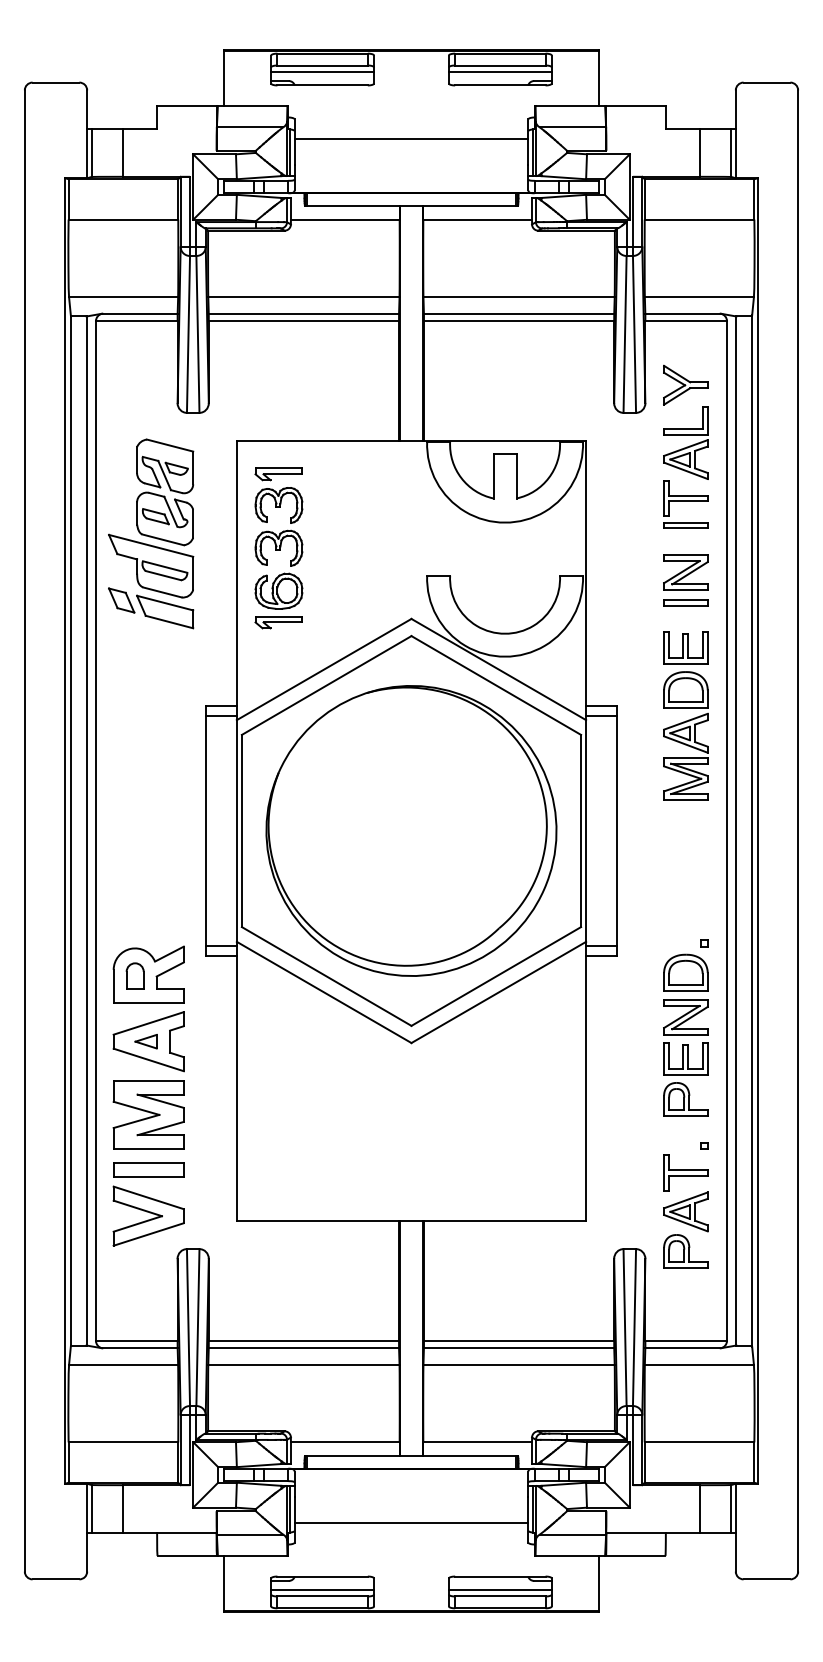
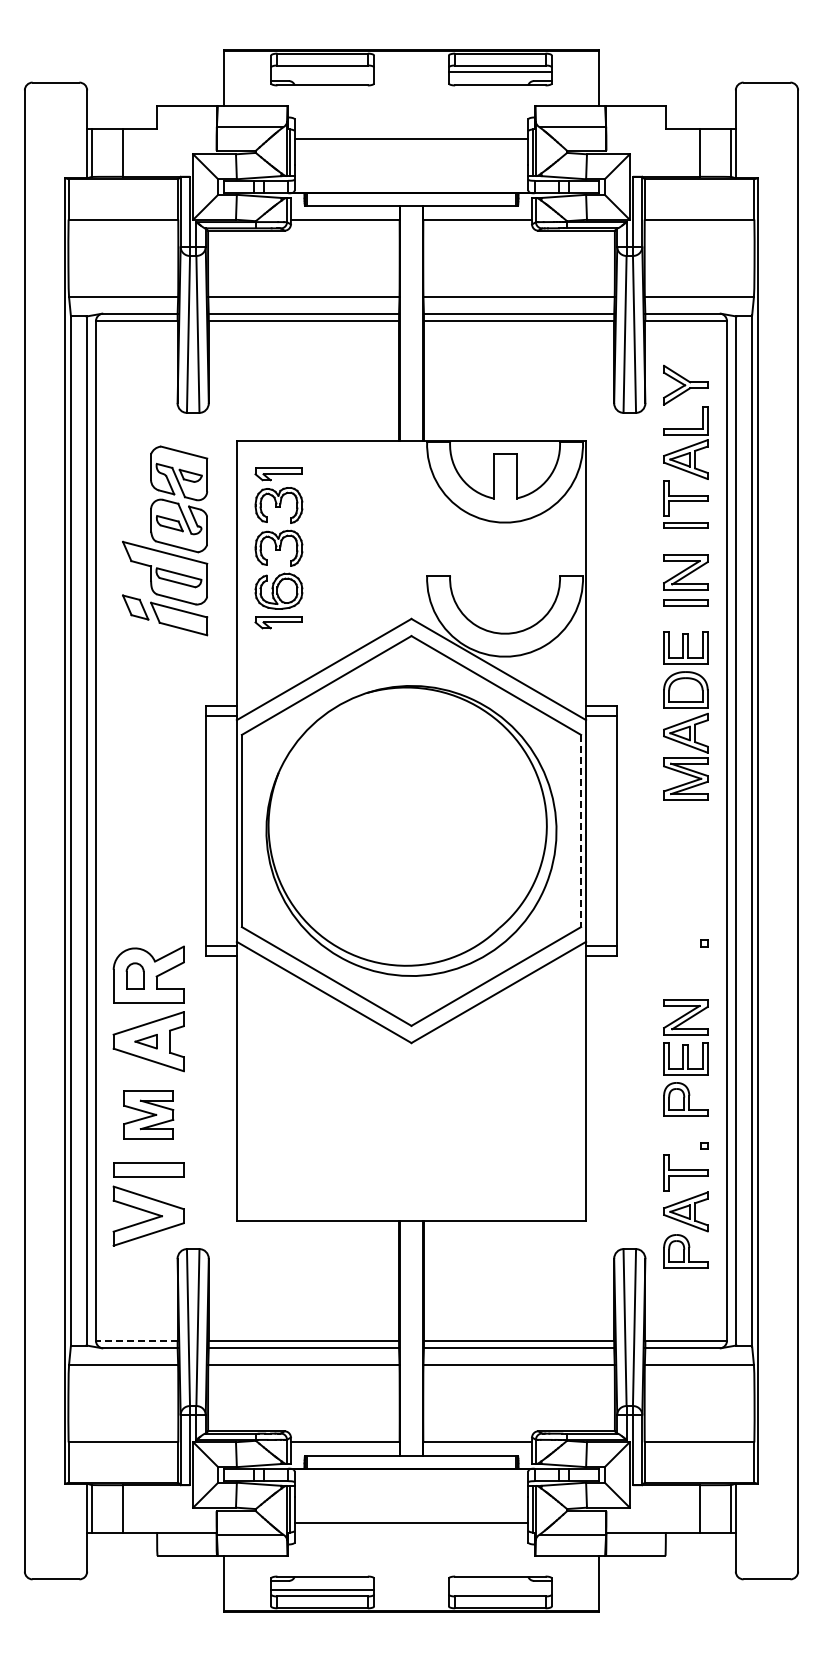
line at (322, 71): present -> none
part at (151, 533) position: (151, 533) -> (165, 540)
line at (581, 831): solid -> dashed
part at (685, 972): present -> none
part at (148, 1114) size: 73x70 px -> 52x50 px
line at (136, 1340): solid -> dashed
line at (499, 1590): present -> none
